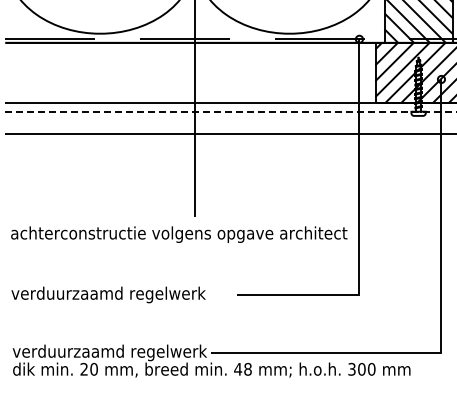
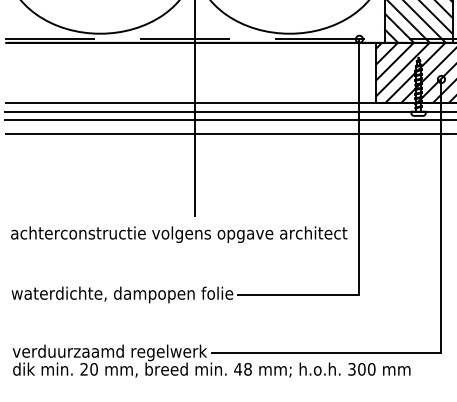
line at (231, 111): dashed -> solid
line at (229, 119): none -> present
text at (122, 294): verduurzaamd regelwerk -> waterdichte, dampopen folie
